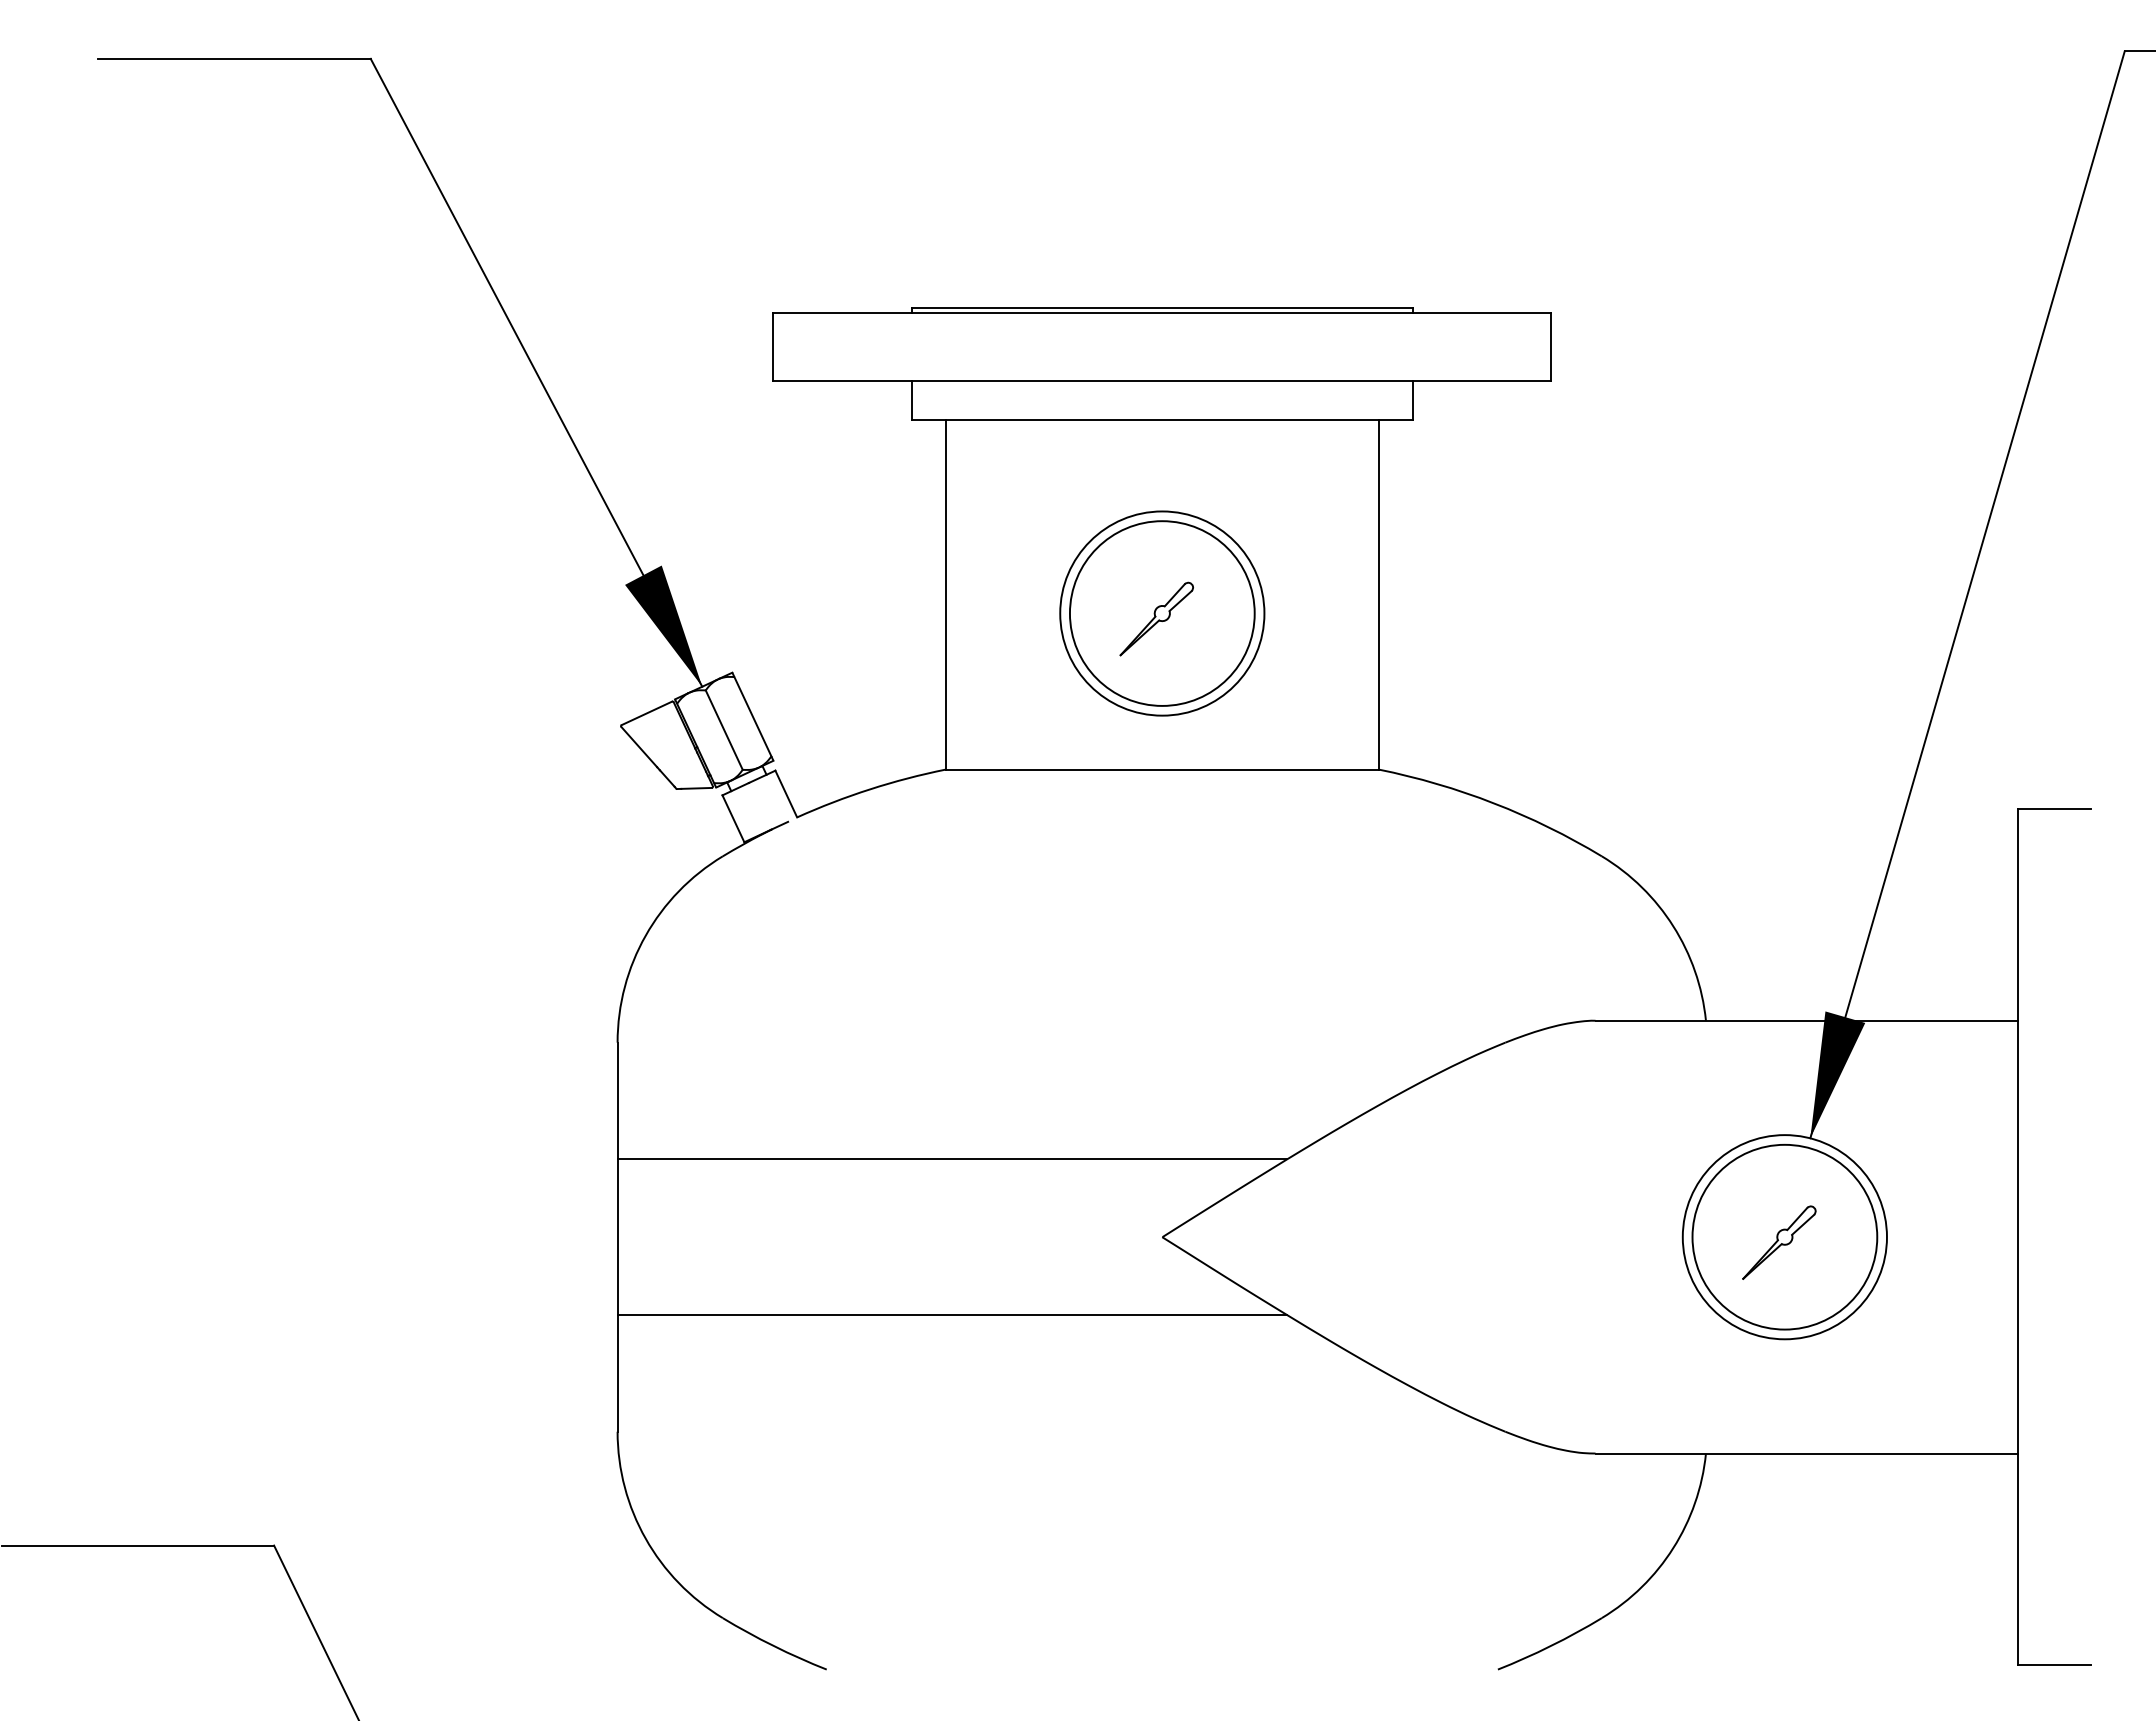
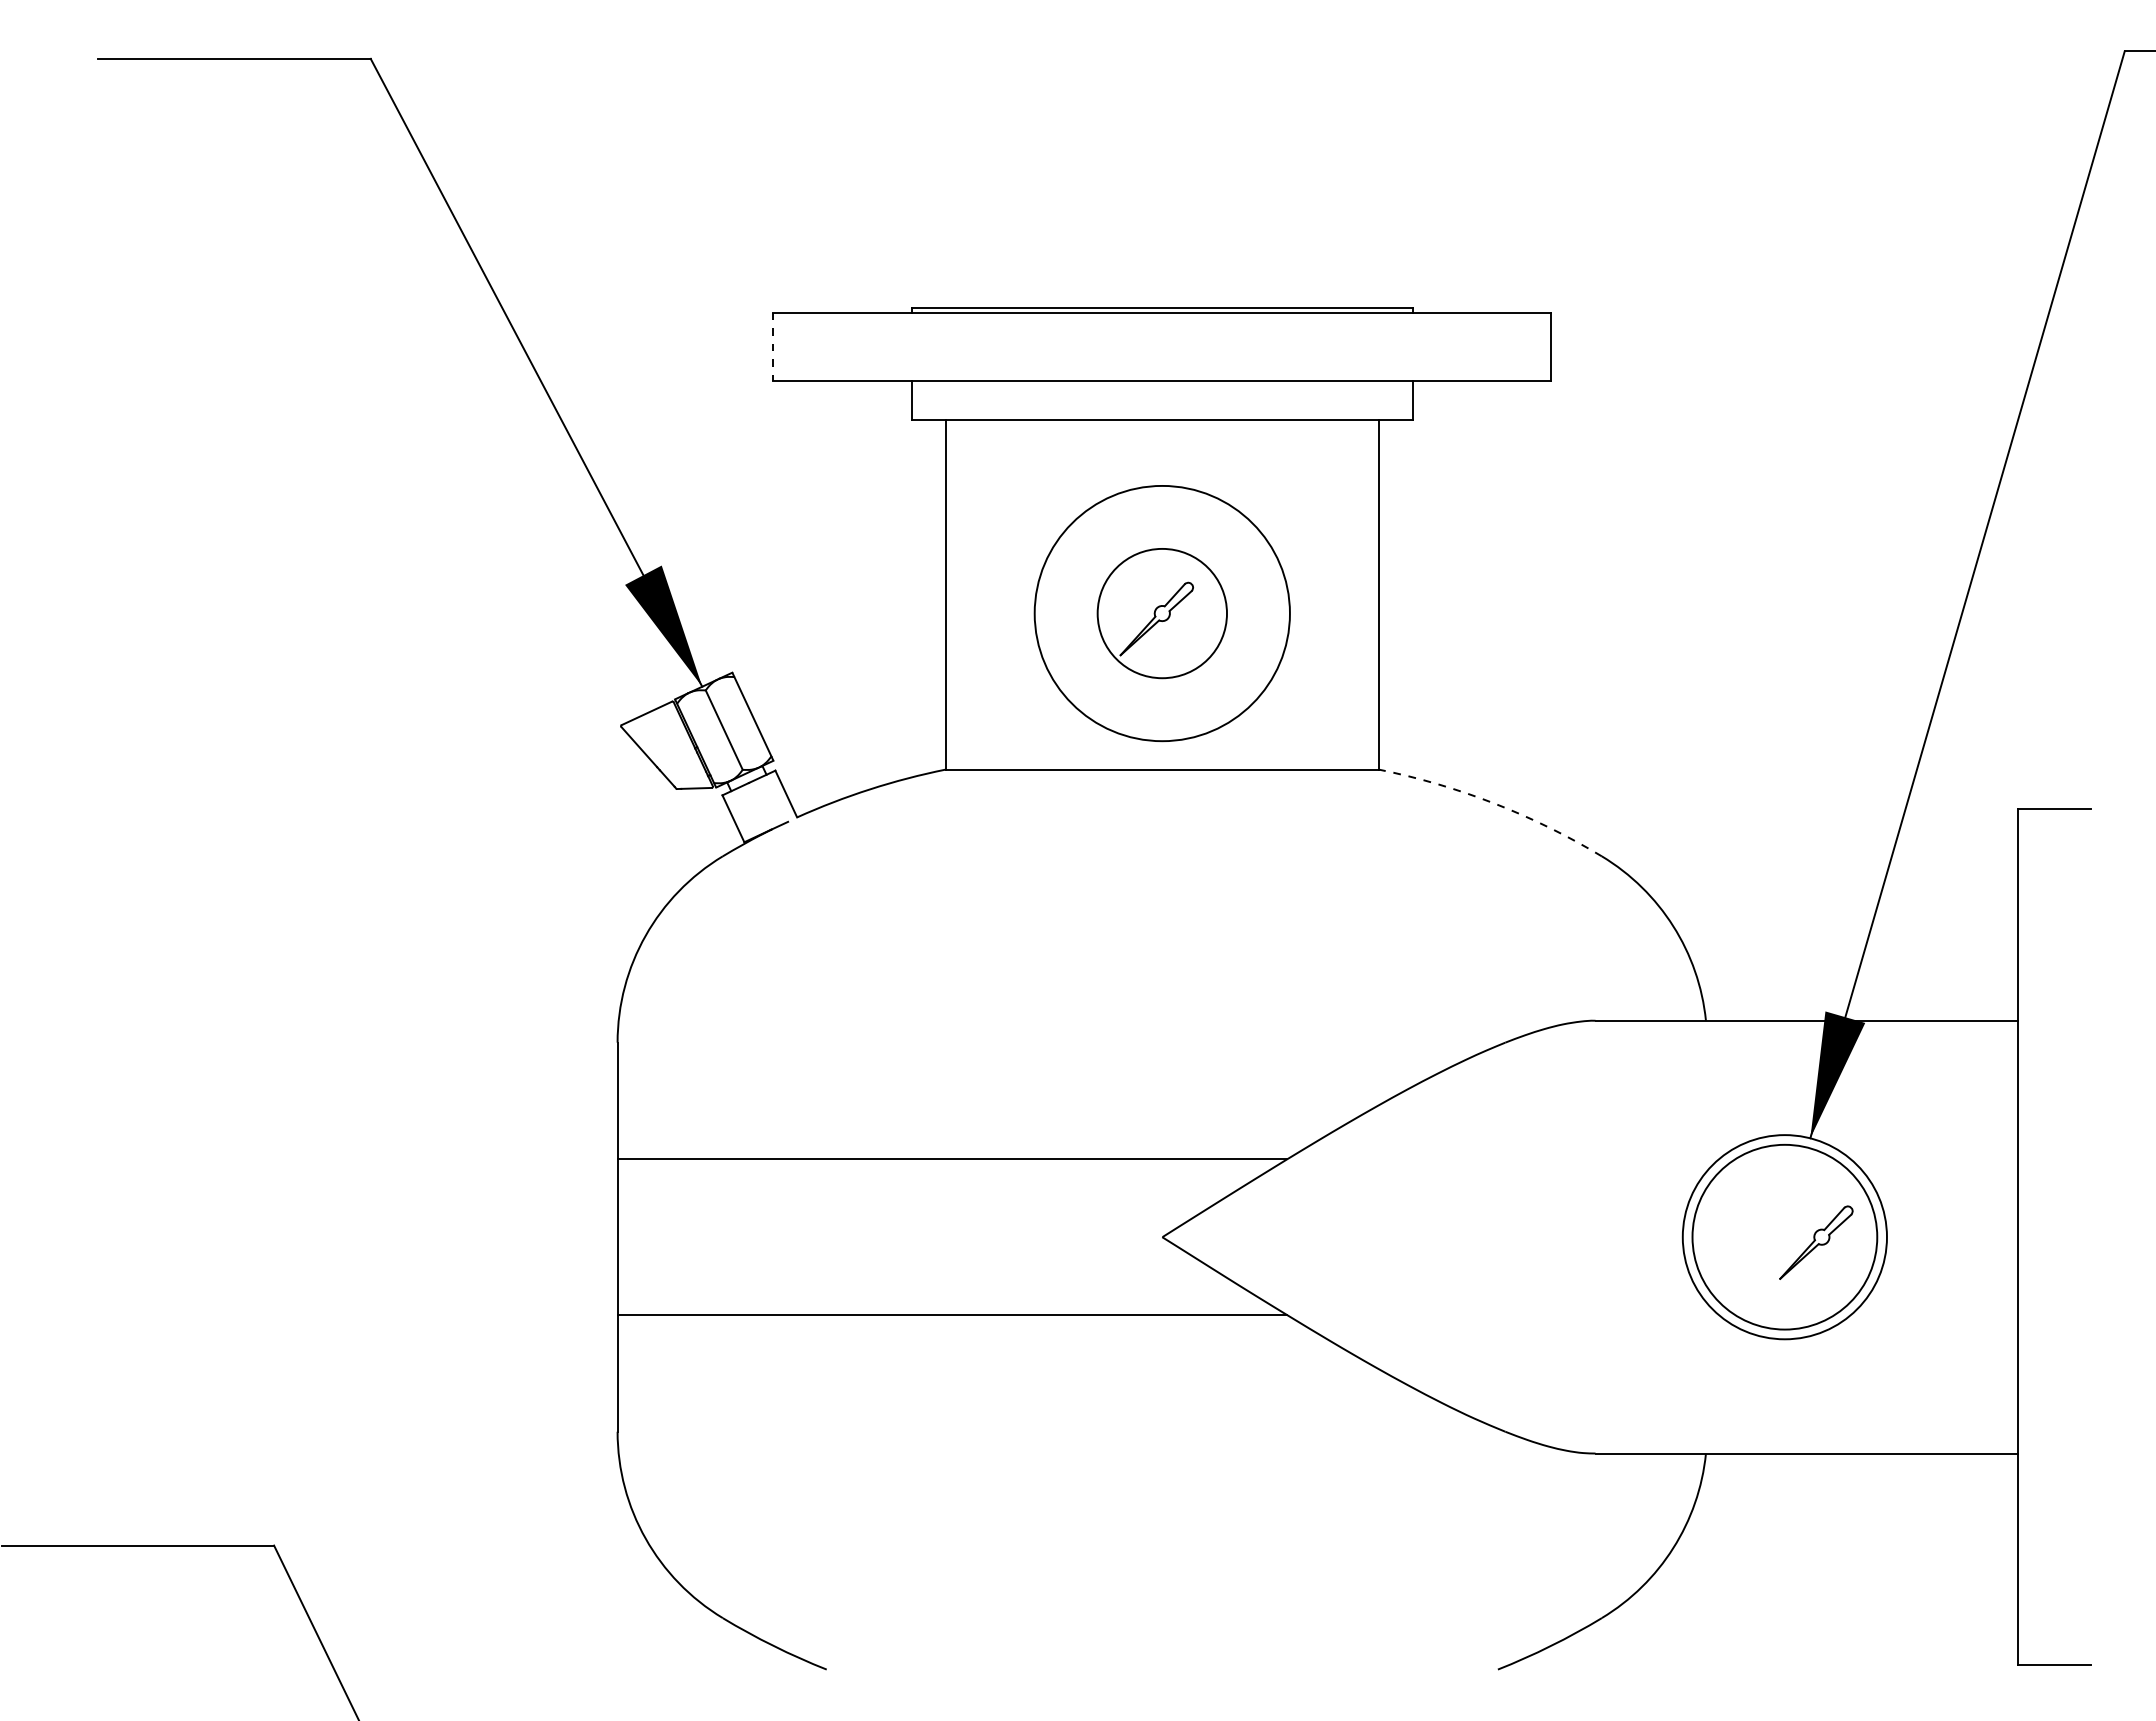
line at (773, 347): solid -> dashed
circle at (1161, 613) diameter: 185 px -> 129 px
circle at (1162, 613) diameter: 204 px -> 255 px
arc at (1494, 803): solid -> dashed
part at (1779, 1242) position: (1779, 1242) -> (1816, 1242)
